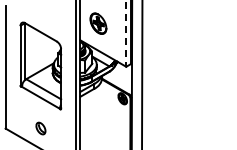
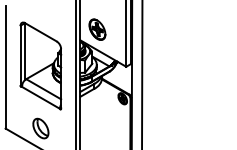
part at (98, 23) position: (98, 23) -> (97, 29)
line at (126, 33): dashed -> solid
part at (40, 128) size: 12x15 px -> 18x23 px
